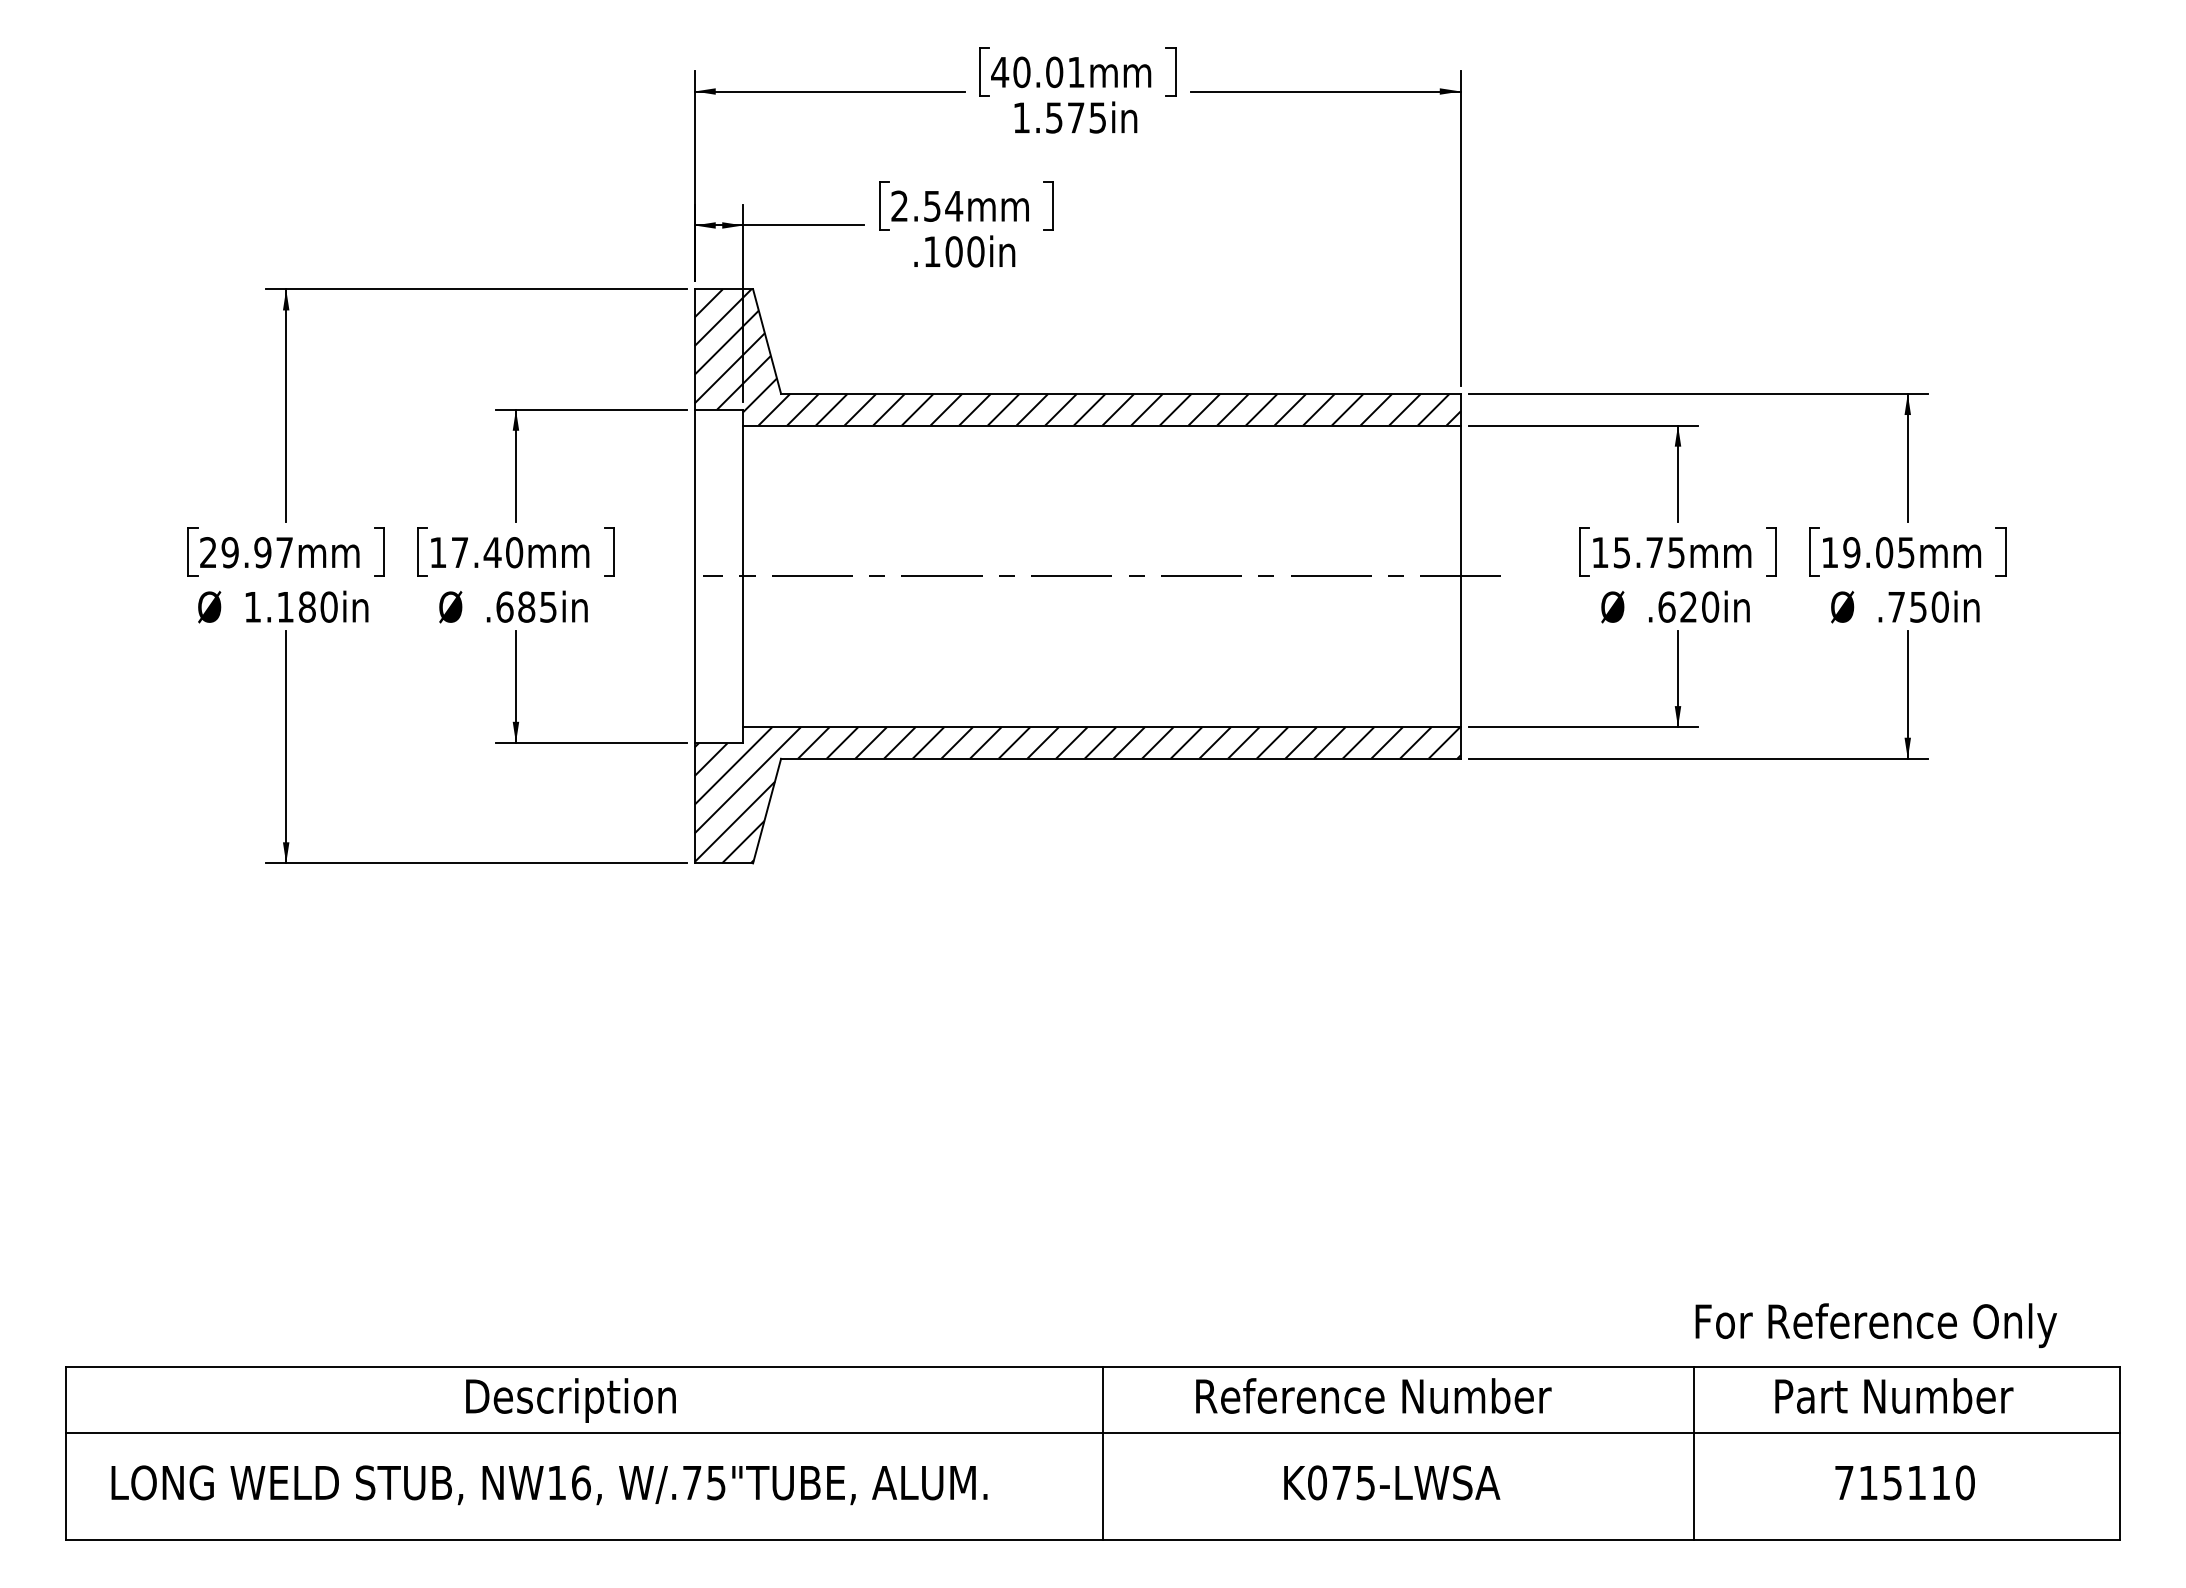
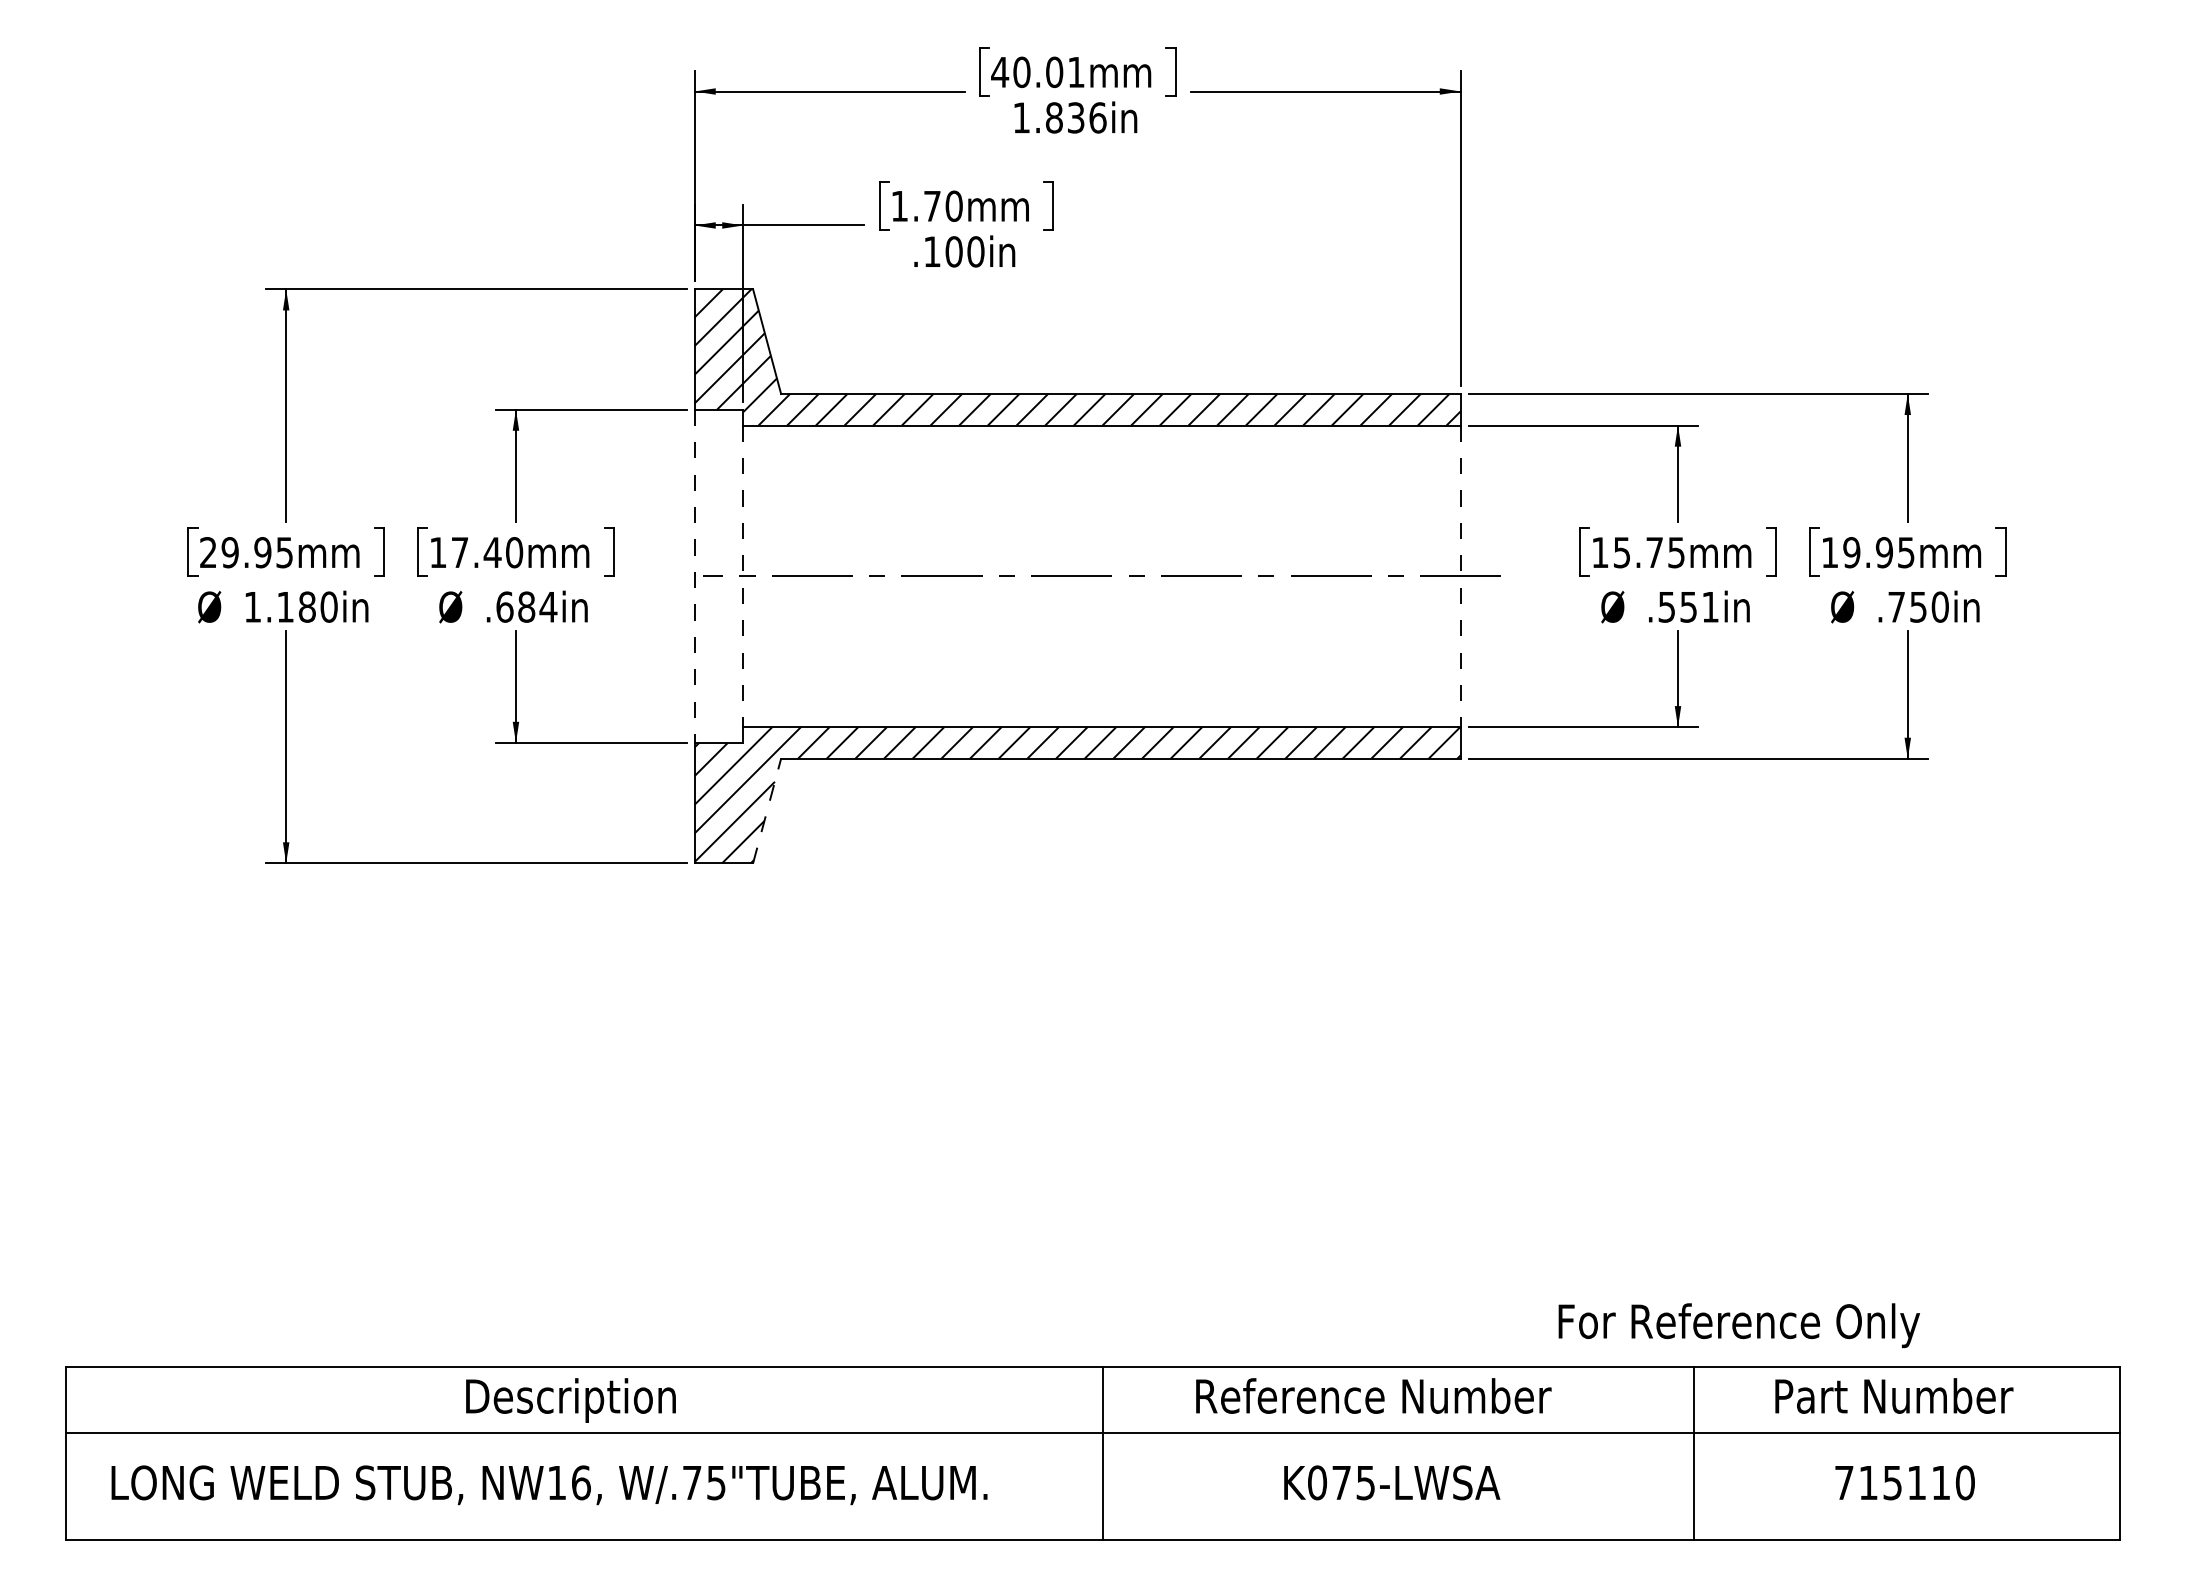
text at (1075, 117): 1.575in -> 1.836in
text at (927, 205): 2.54mm -> 1.70mm
text at (284, 552): 29.97mm -> 29.95mm
text at (1884, 552): 19.05mm -> 19.95mm
line at (694, 576): solid -> dashed
line at (743, 576): solid -> dashed
line at (1460, 576): solid -> dashed
text at (1688, 606): .620in -> .551in
text at (548, 607): .685in -> .684in
line at (767, 810): solid -> dashed
text at (1875, 1325) position: (1875, 1325) -> (1738, 1325)
